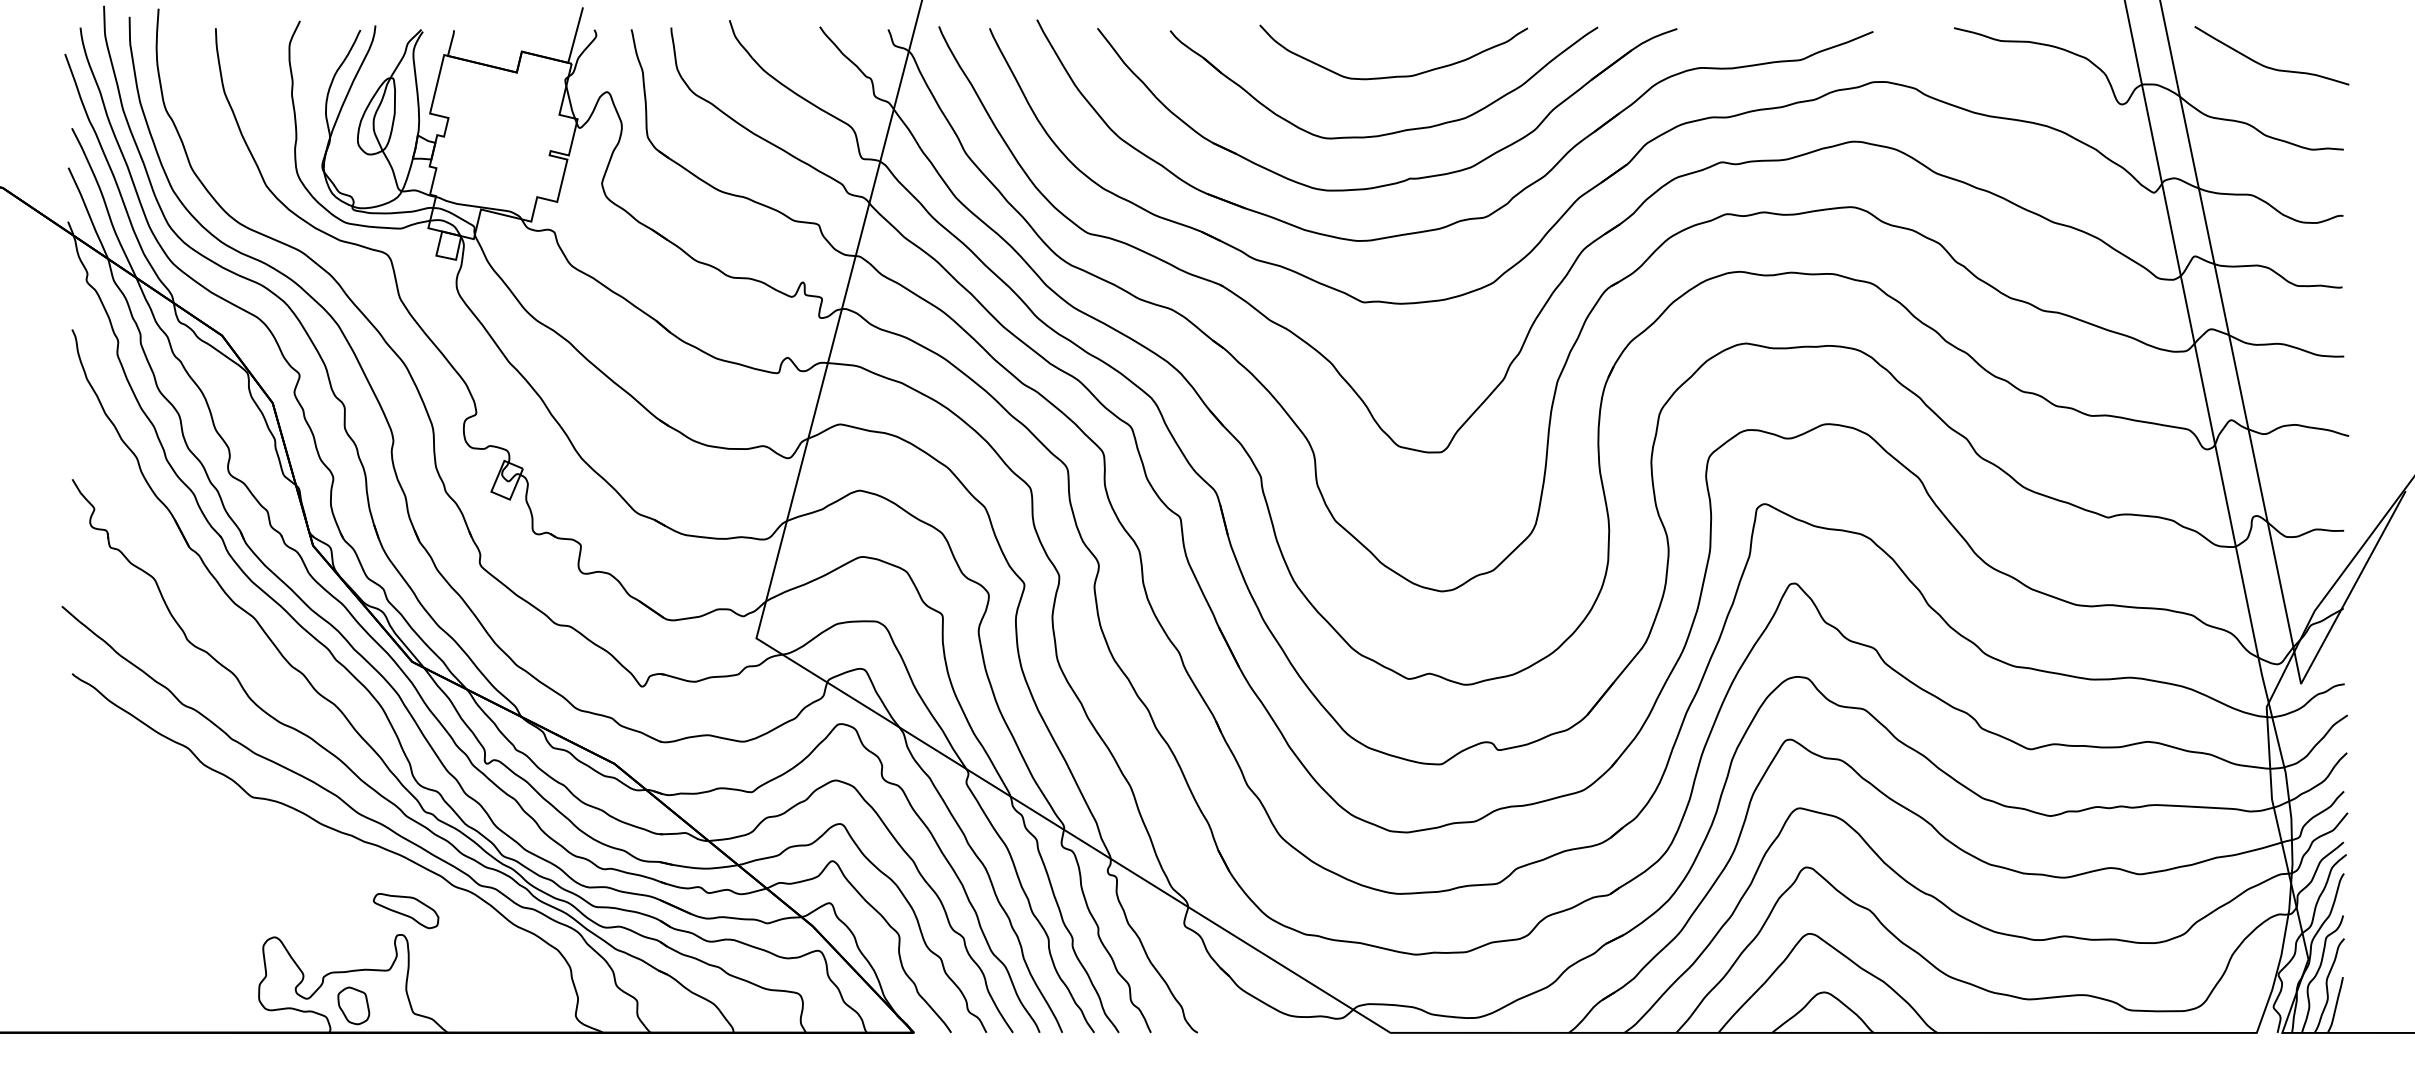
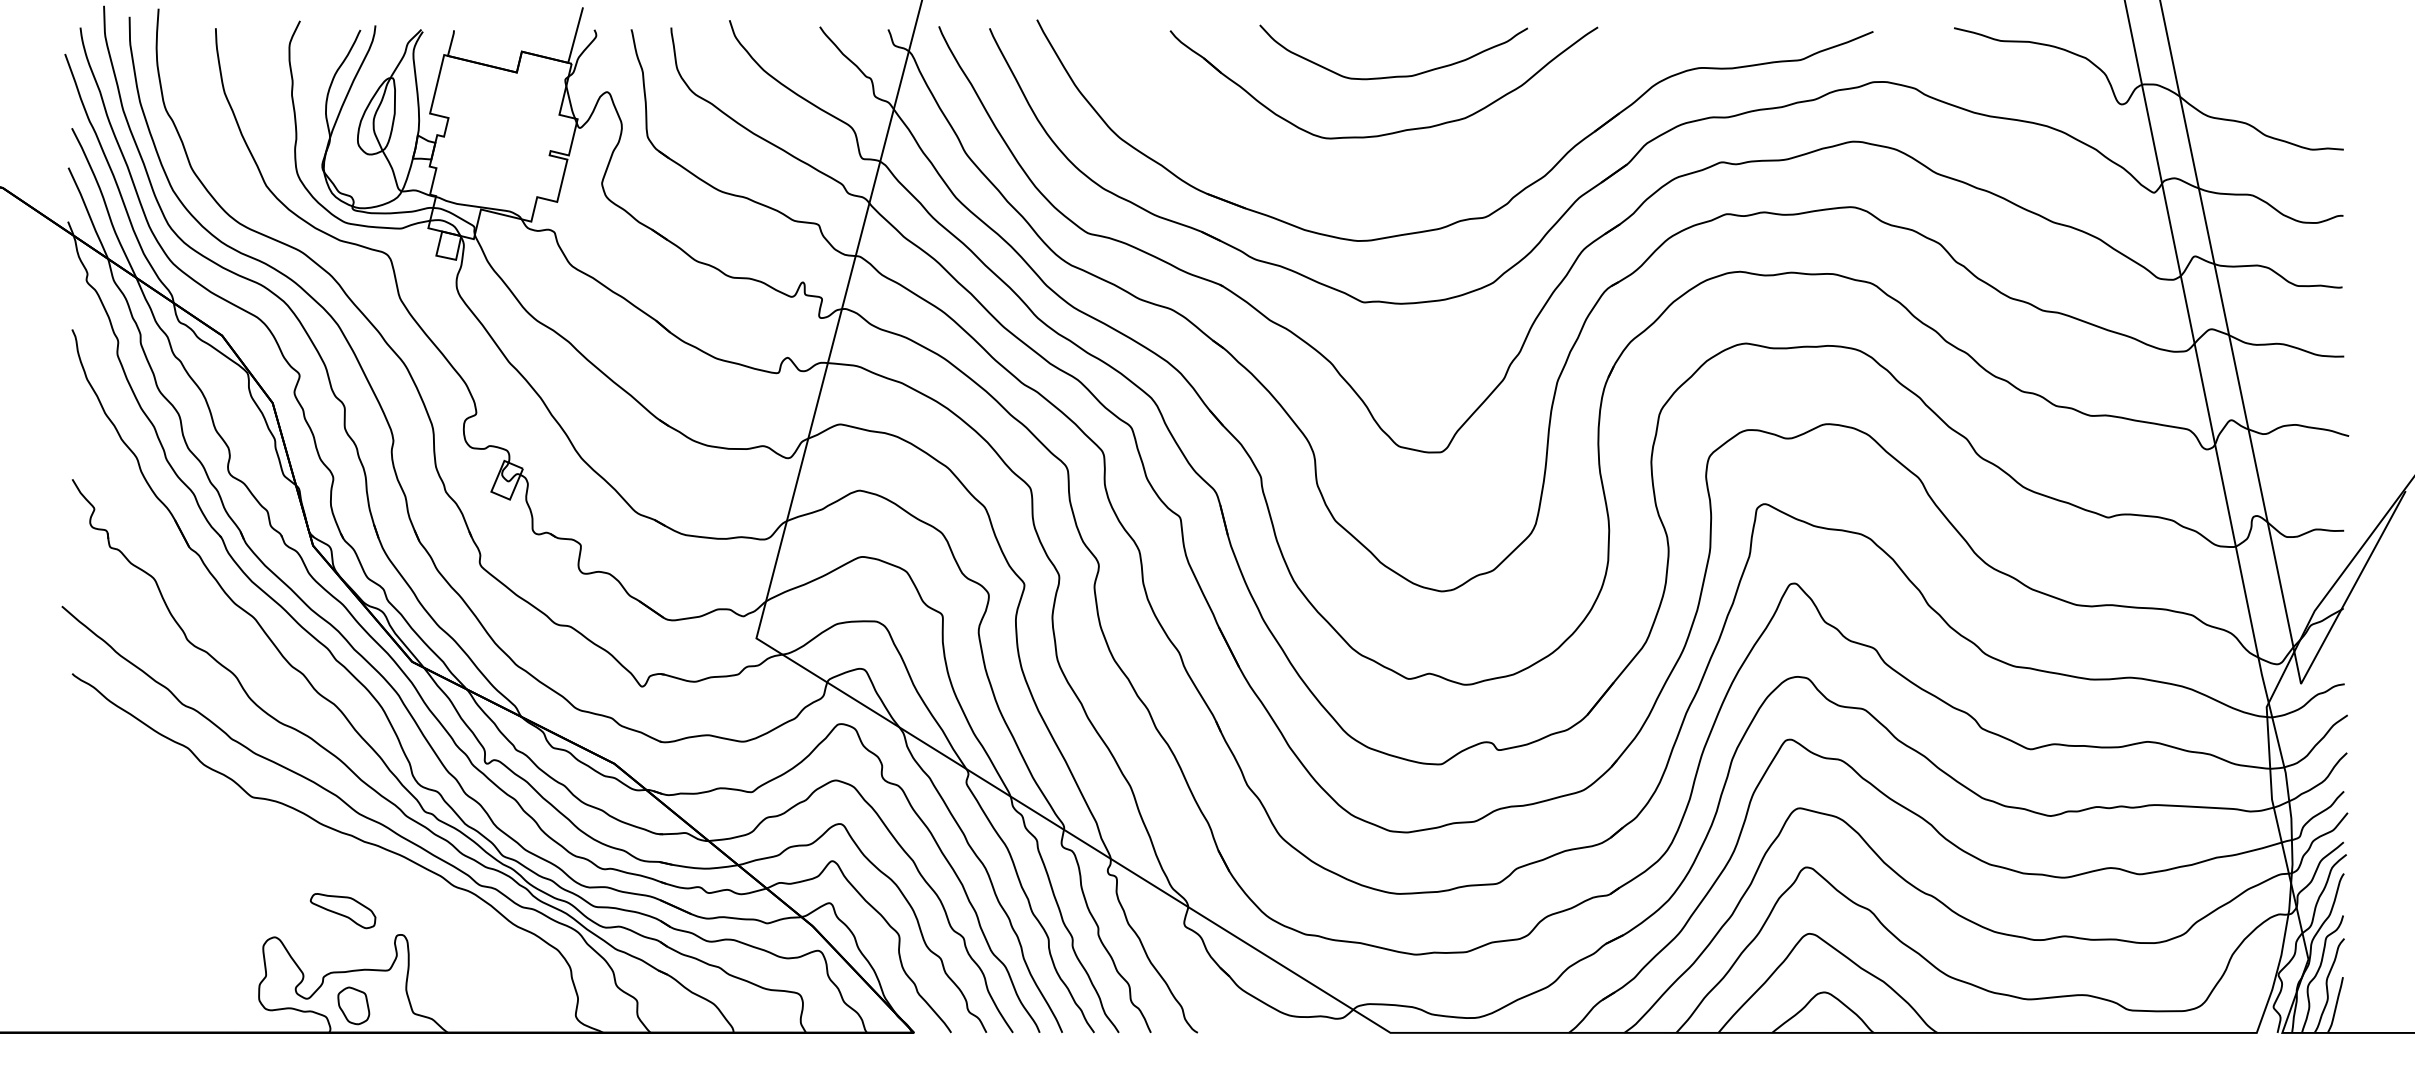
curve at (2268, 66): present -> none
part at (1409, 177): present -> none
part at (405, 911) position: (405, 911) -> (342, 911)
